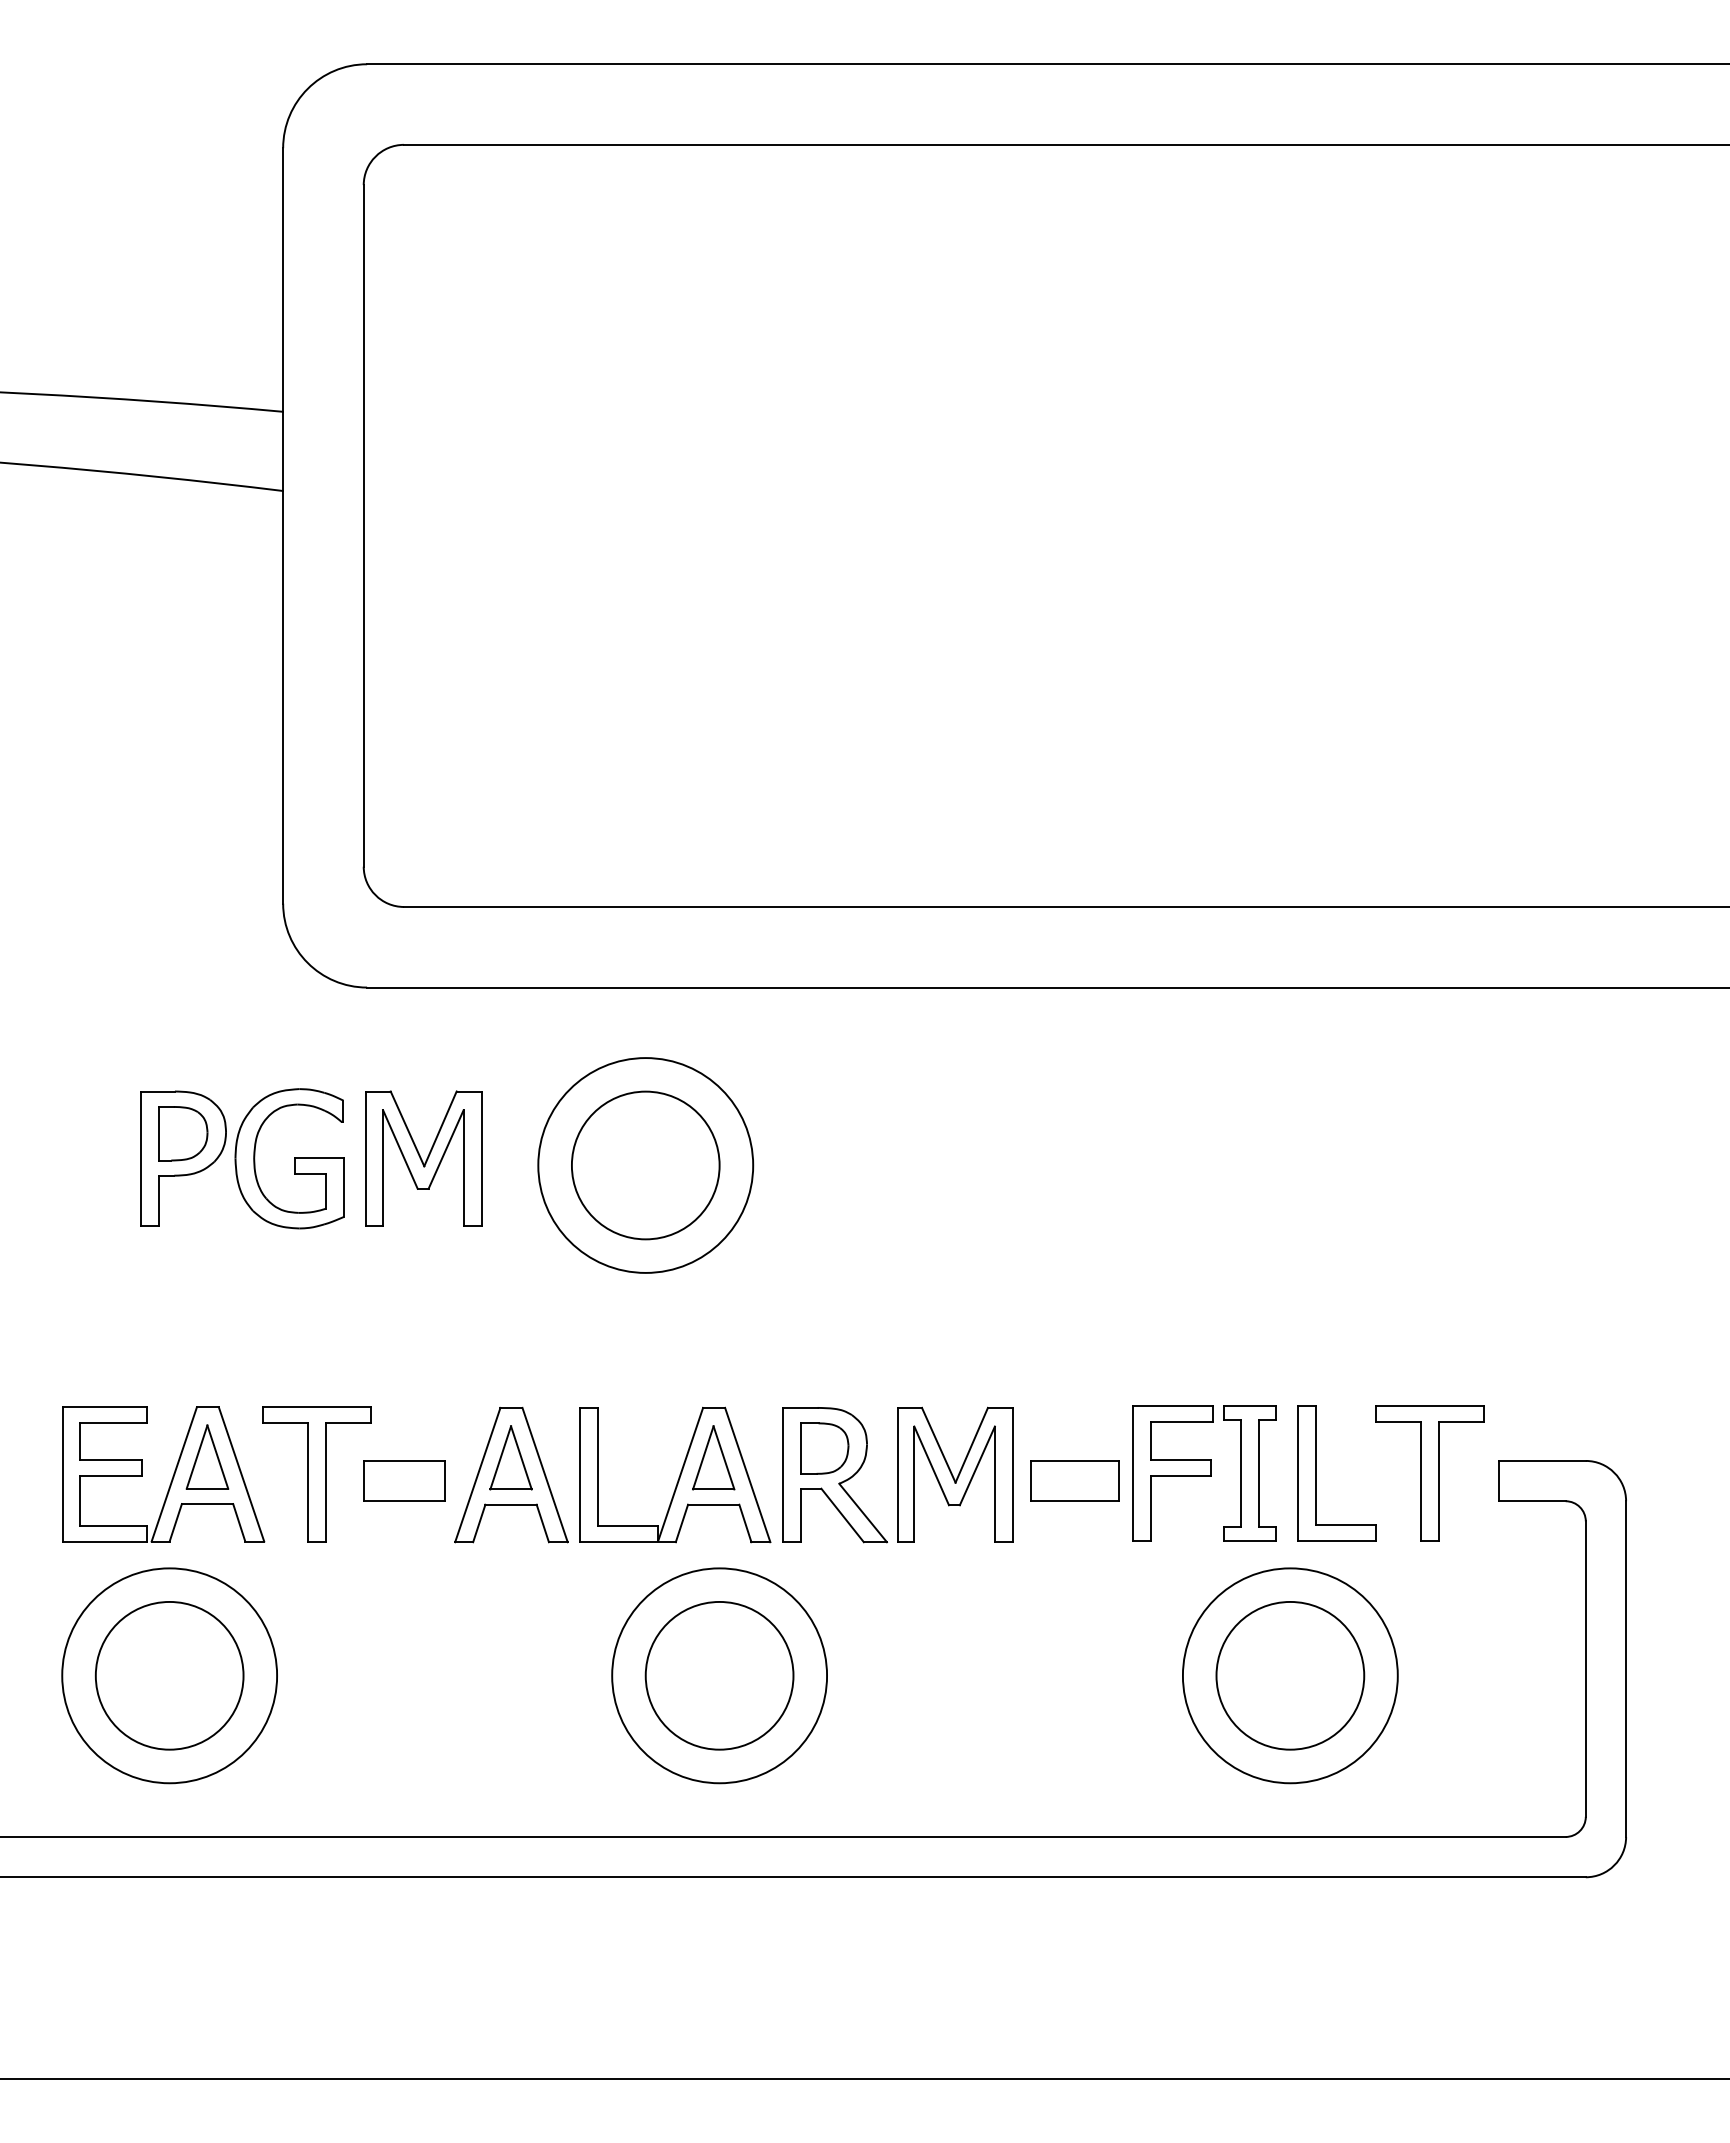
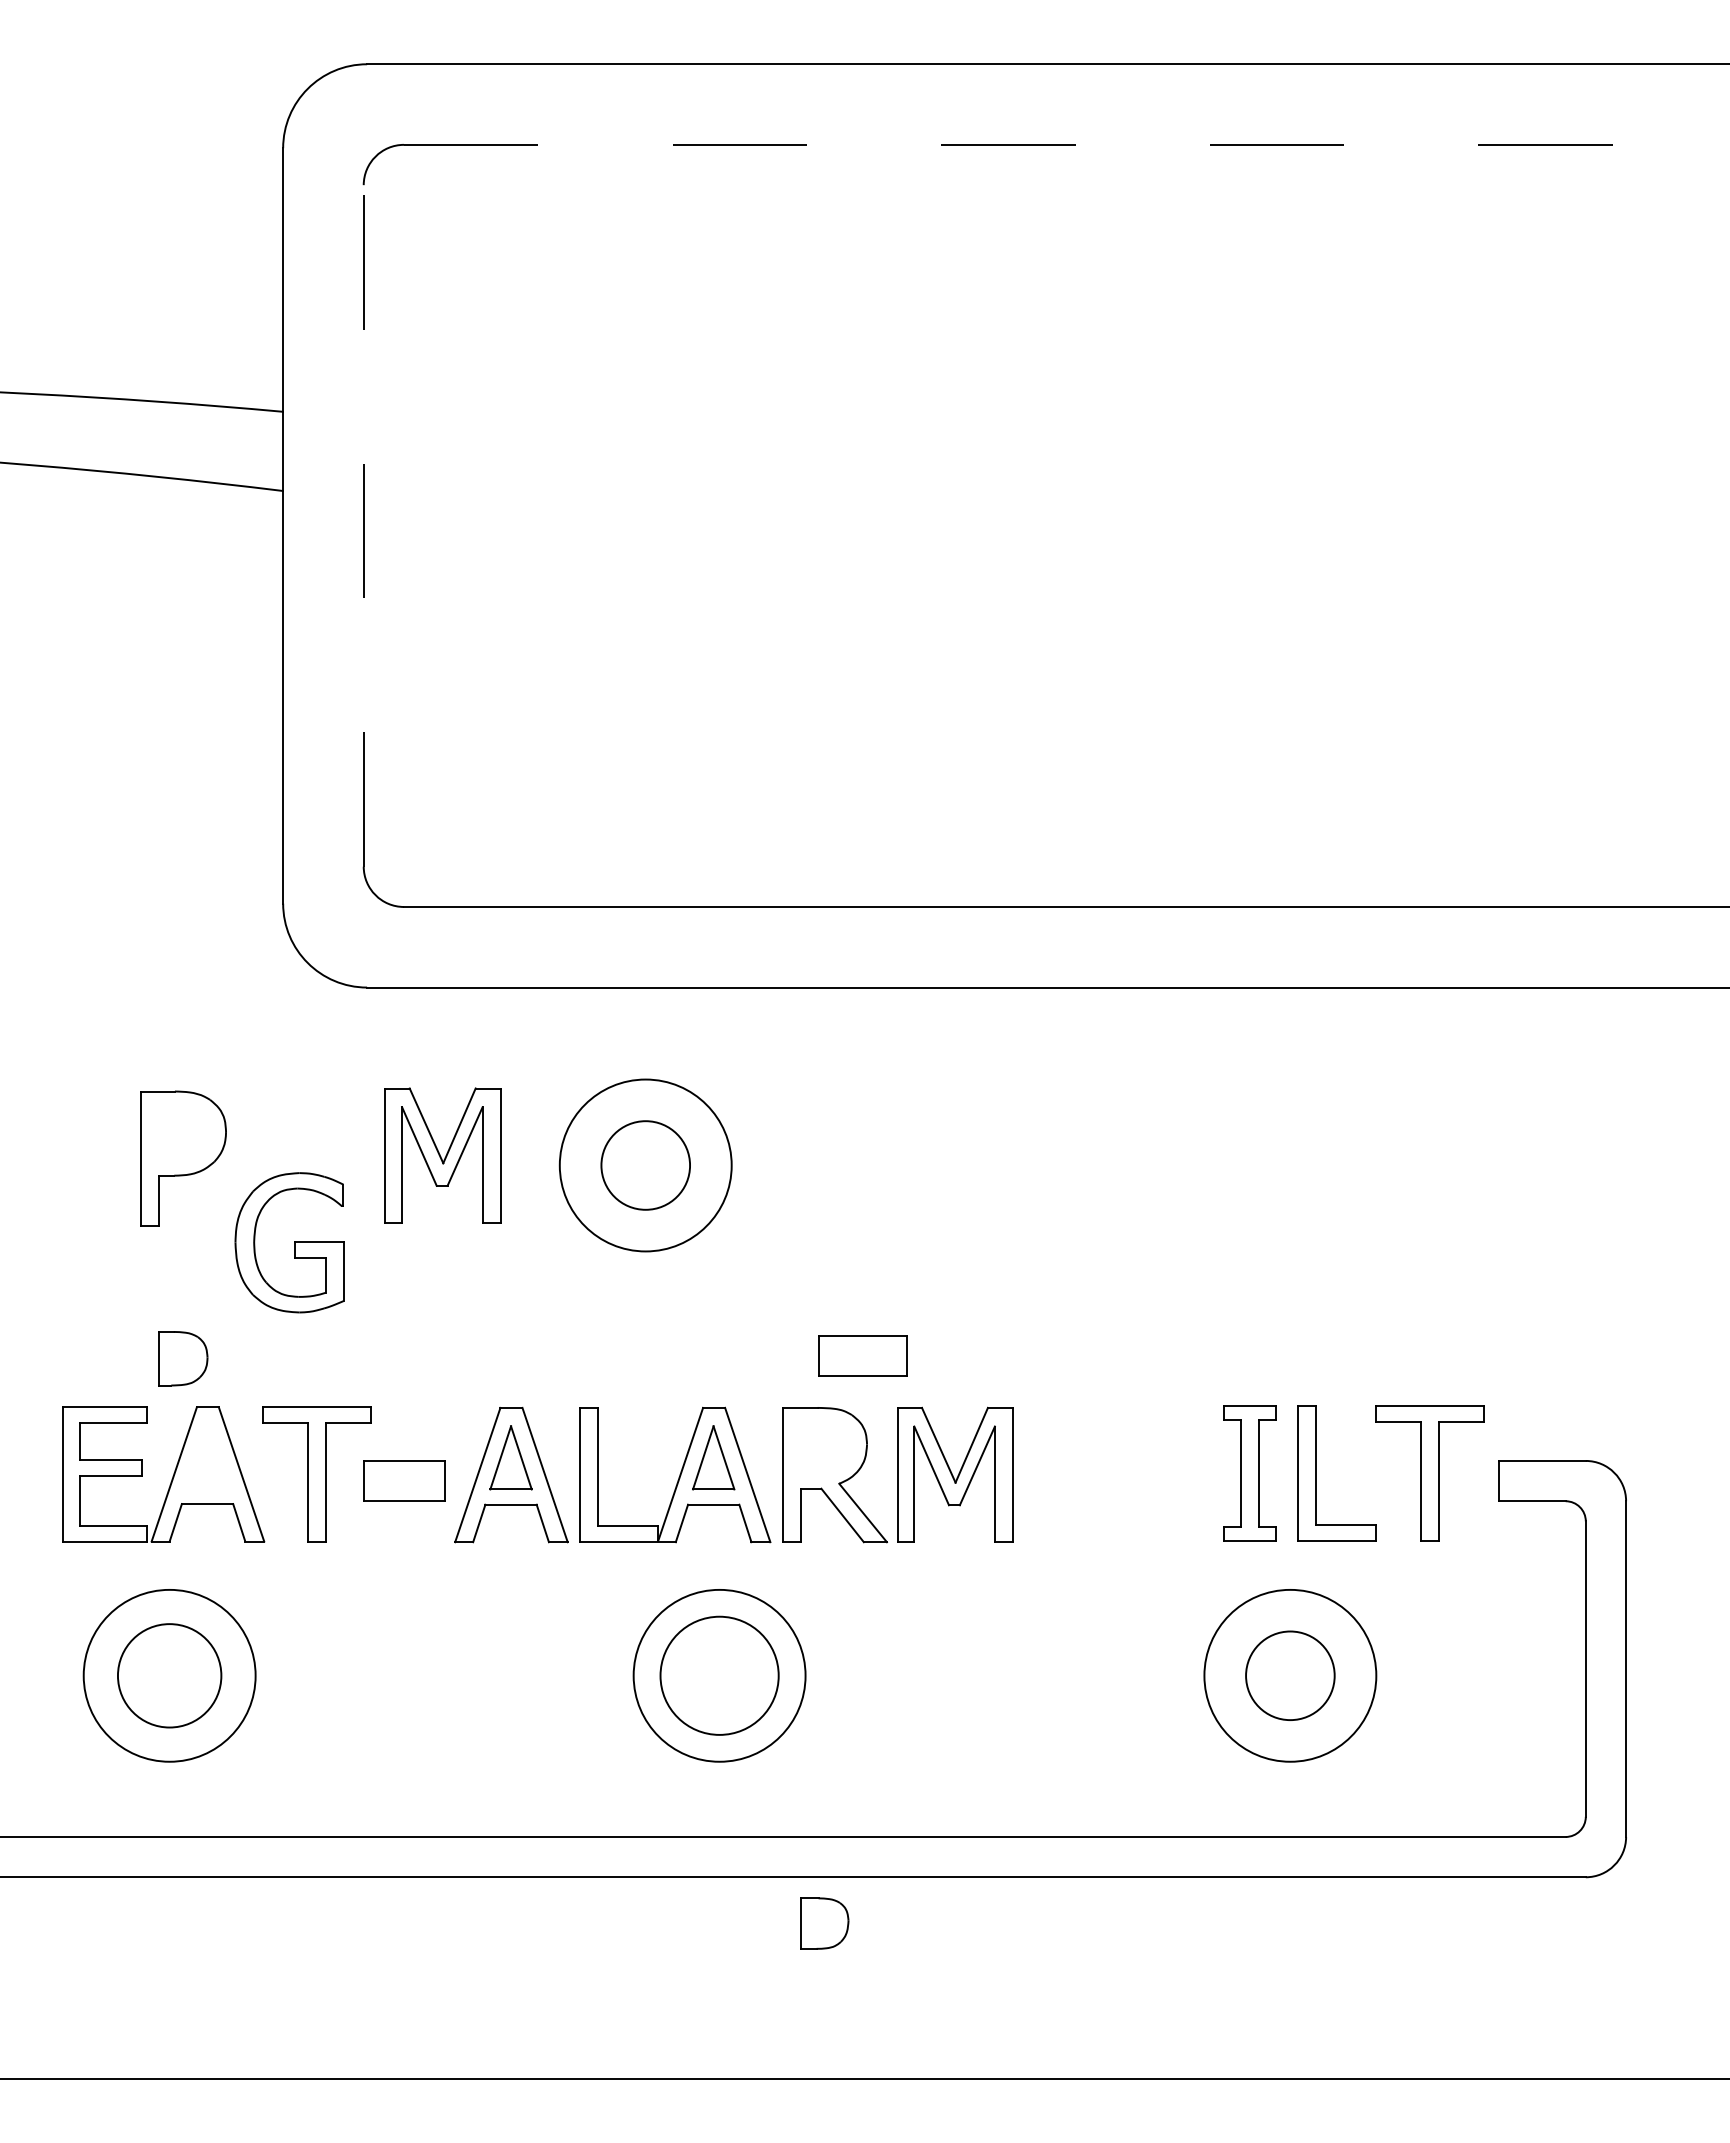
line at (1066, 144): solid -> dashed
line at (363, 525): solid -> dashed
part at (183, 1133) position: (183, 1133) -> (183, 1358)
part at (289, 1158) position: (289, 1158) -> (289, 1242)
part at (423, 1158) position: (423, 1158) -> (442, 1155)
circle at (645, 1165) diameter: 148 px -> 89 px
circle at (645, 1165) diameter: 215 px -> 172 px
part at (824, 1448) position: (824, 1448) -> (824, 1923)
part at (207, 1456): present -> none
part at (1172, 1473): present -> none
part at (1074, 1480) position: (1074, 1480) -> (862, 1355)
circle at (169, 1675) diameter: 148 px -> 103 px
circle at (169, 1675) diameter: 215 px -> 172 px
circle at (719, 1675) diameter: 148 px -> 118 px
circle at (719, 1675) diameter: 215 px -> 172 px
circle at (1289, 1675) diameter: 215 px -> 172 px
circle at (1290, 1675) diameter: 148 px -> 89 px
